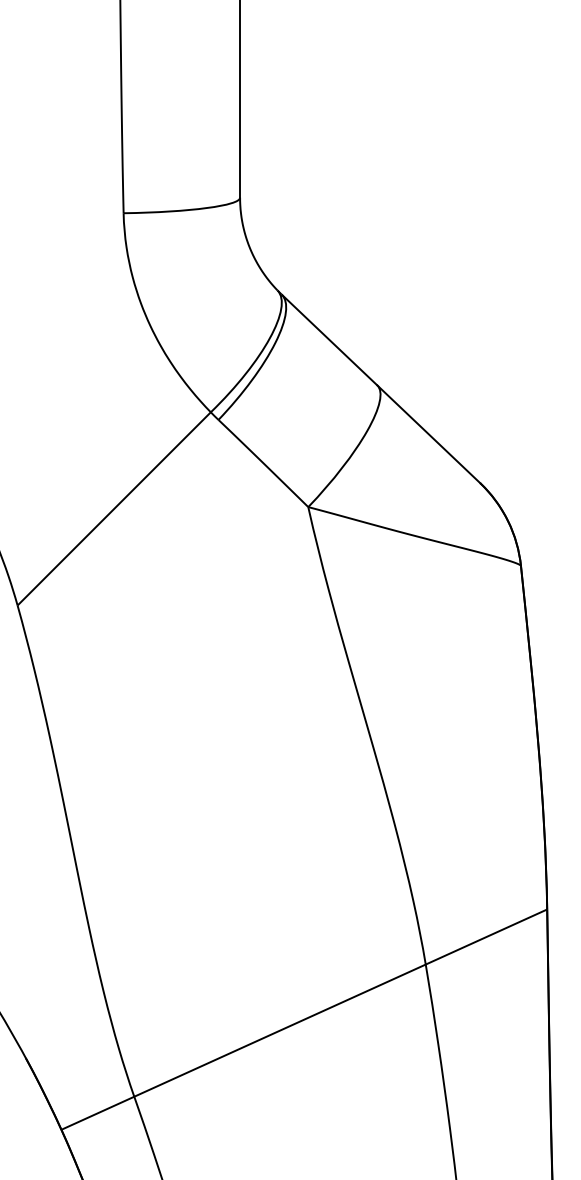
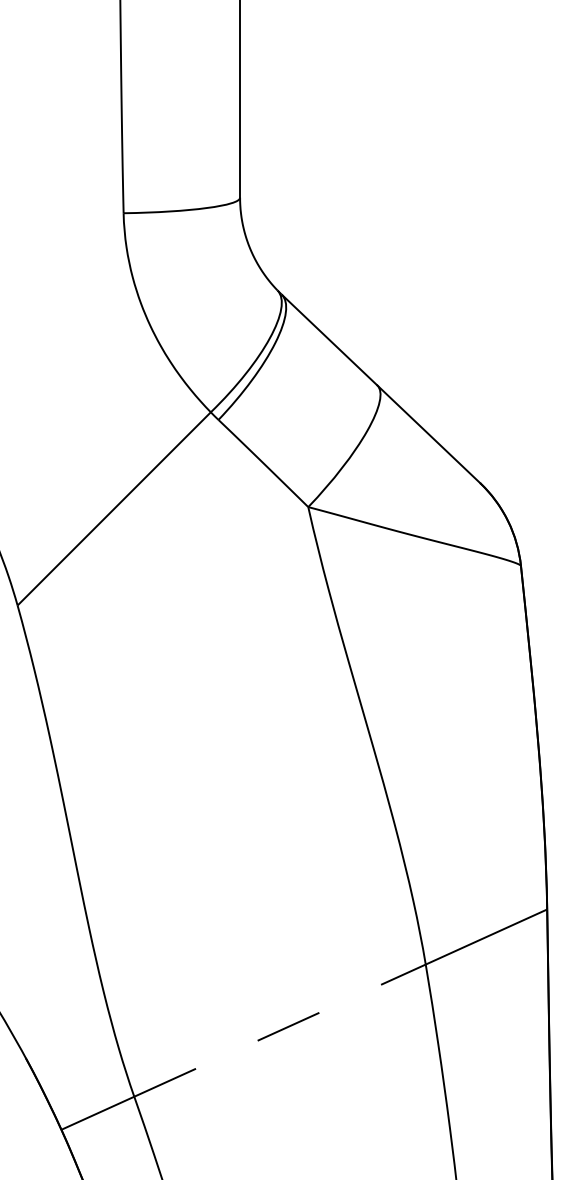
line at (280, 1030): solid -> dashed
